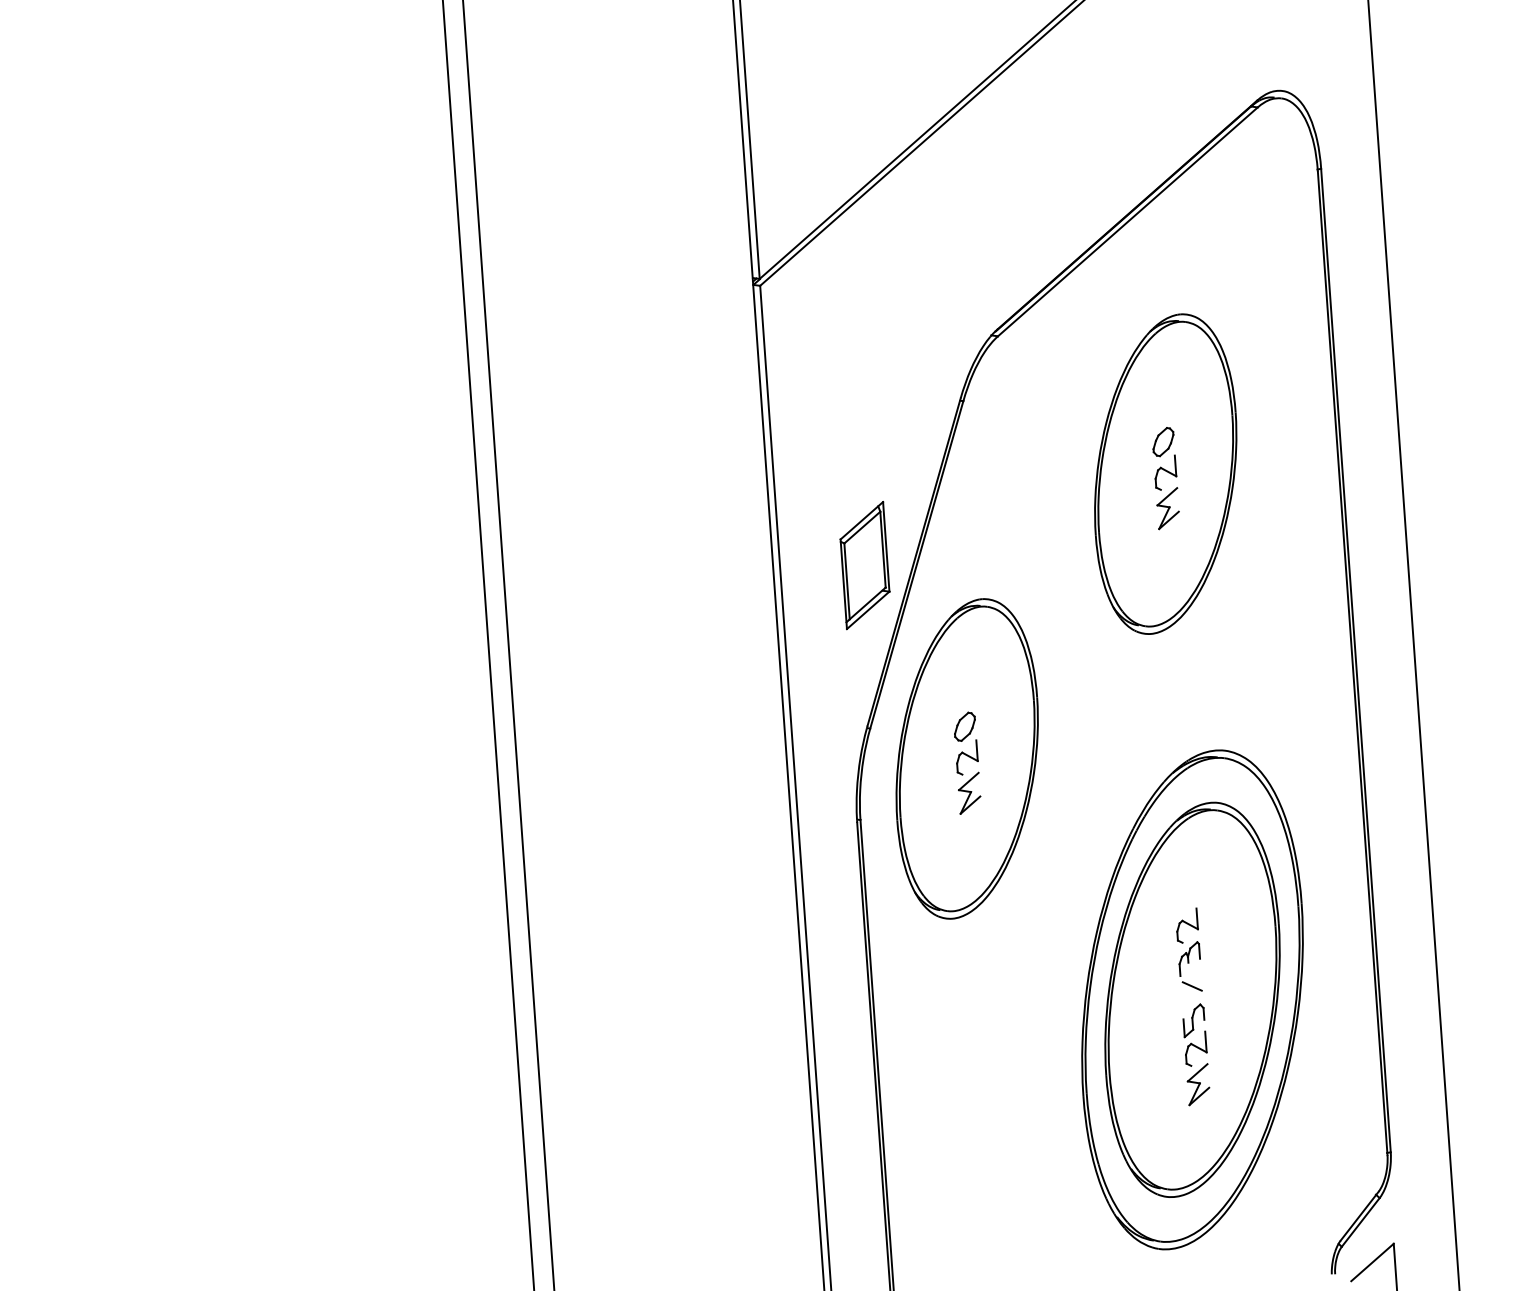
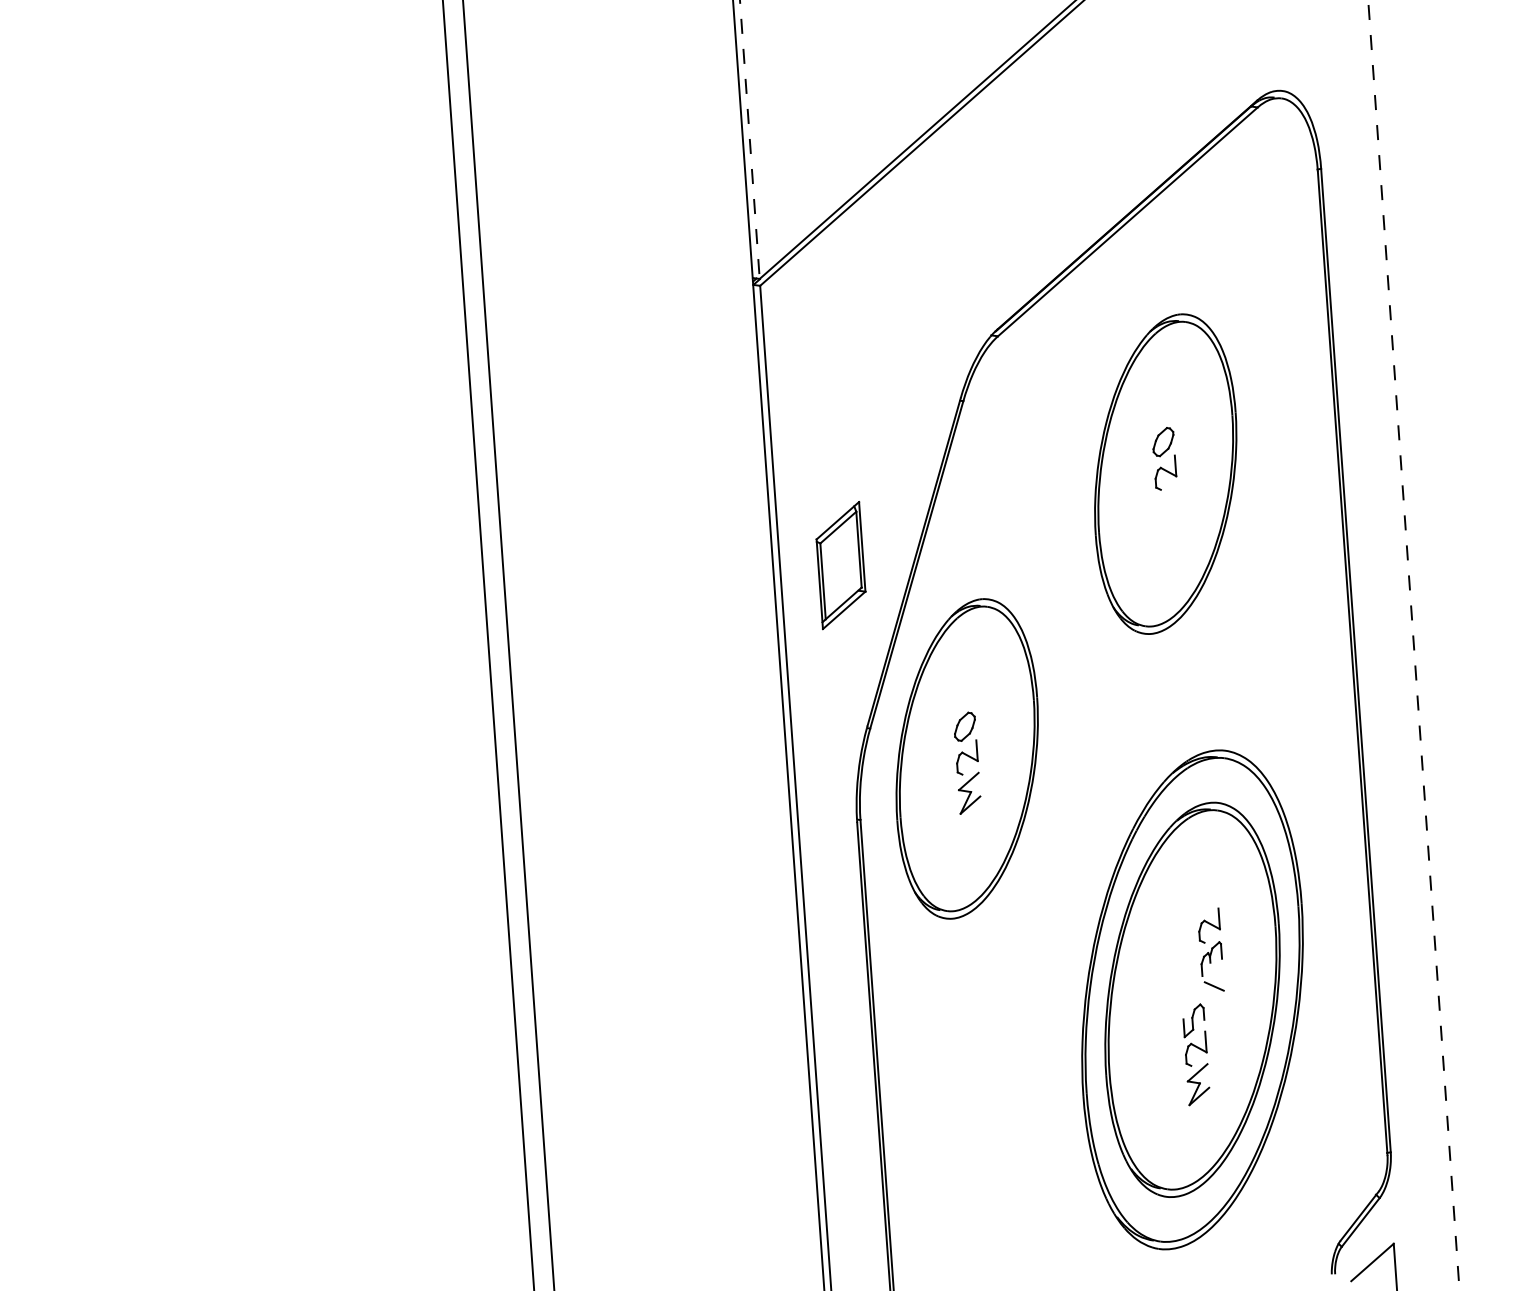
line at (749, 140): solid -> dashed
part at (1167, 508): present -> none
part at (864, 565) position: (864, 565) -> (840, 565)
line at (1413, 645): solid -> dashed
part at (1189, 949) position: (1189, 949) -> (1211, 949)
